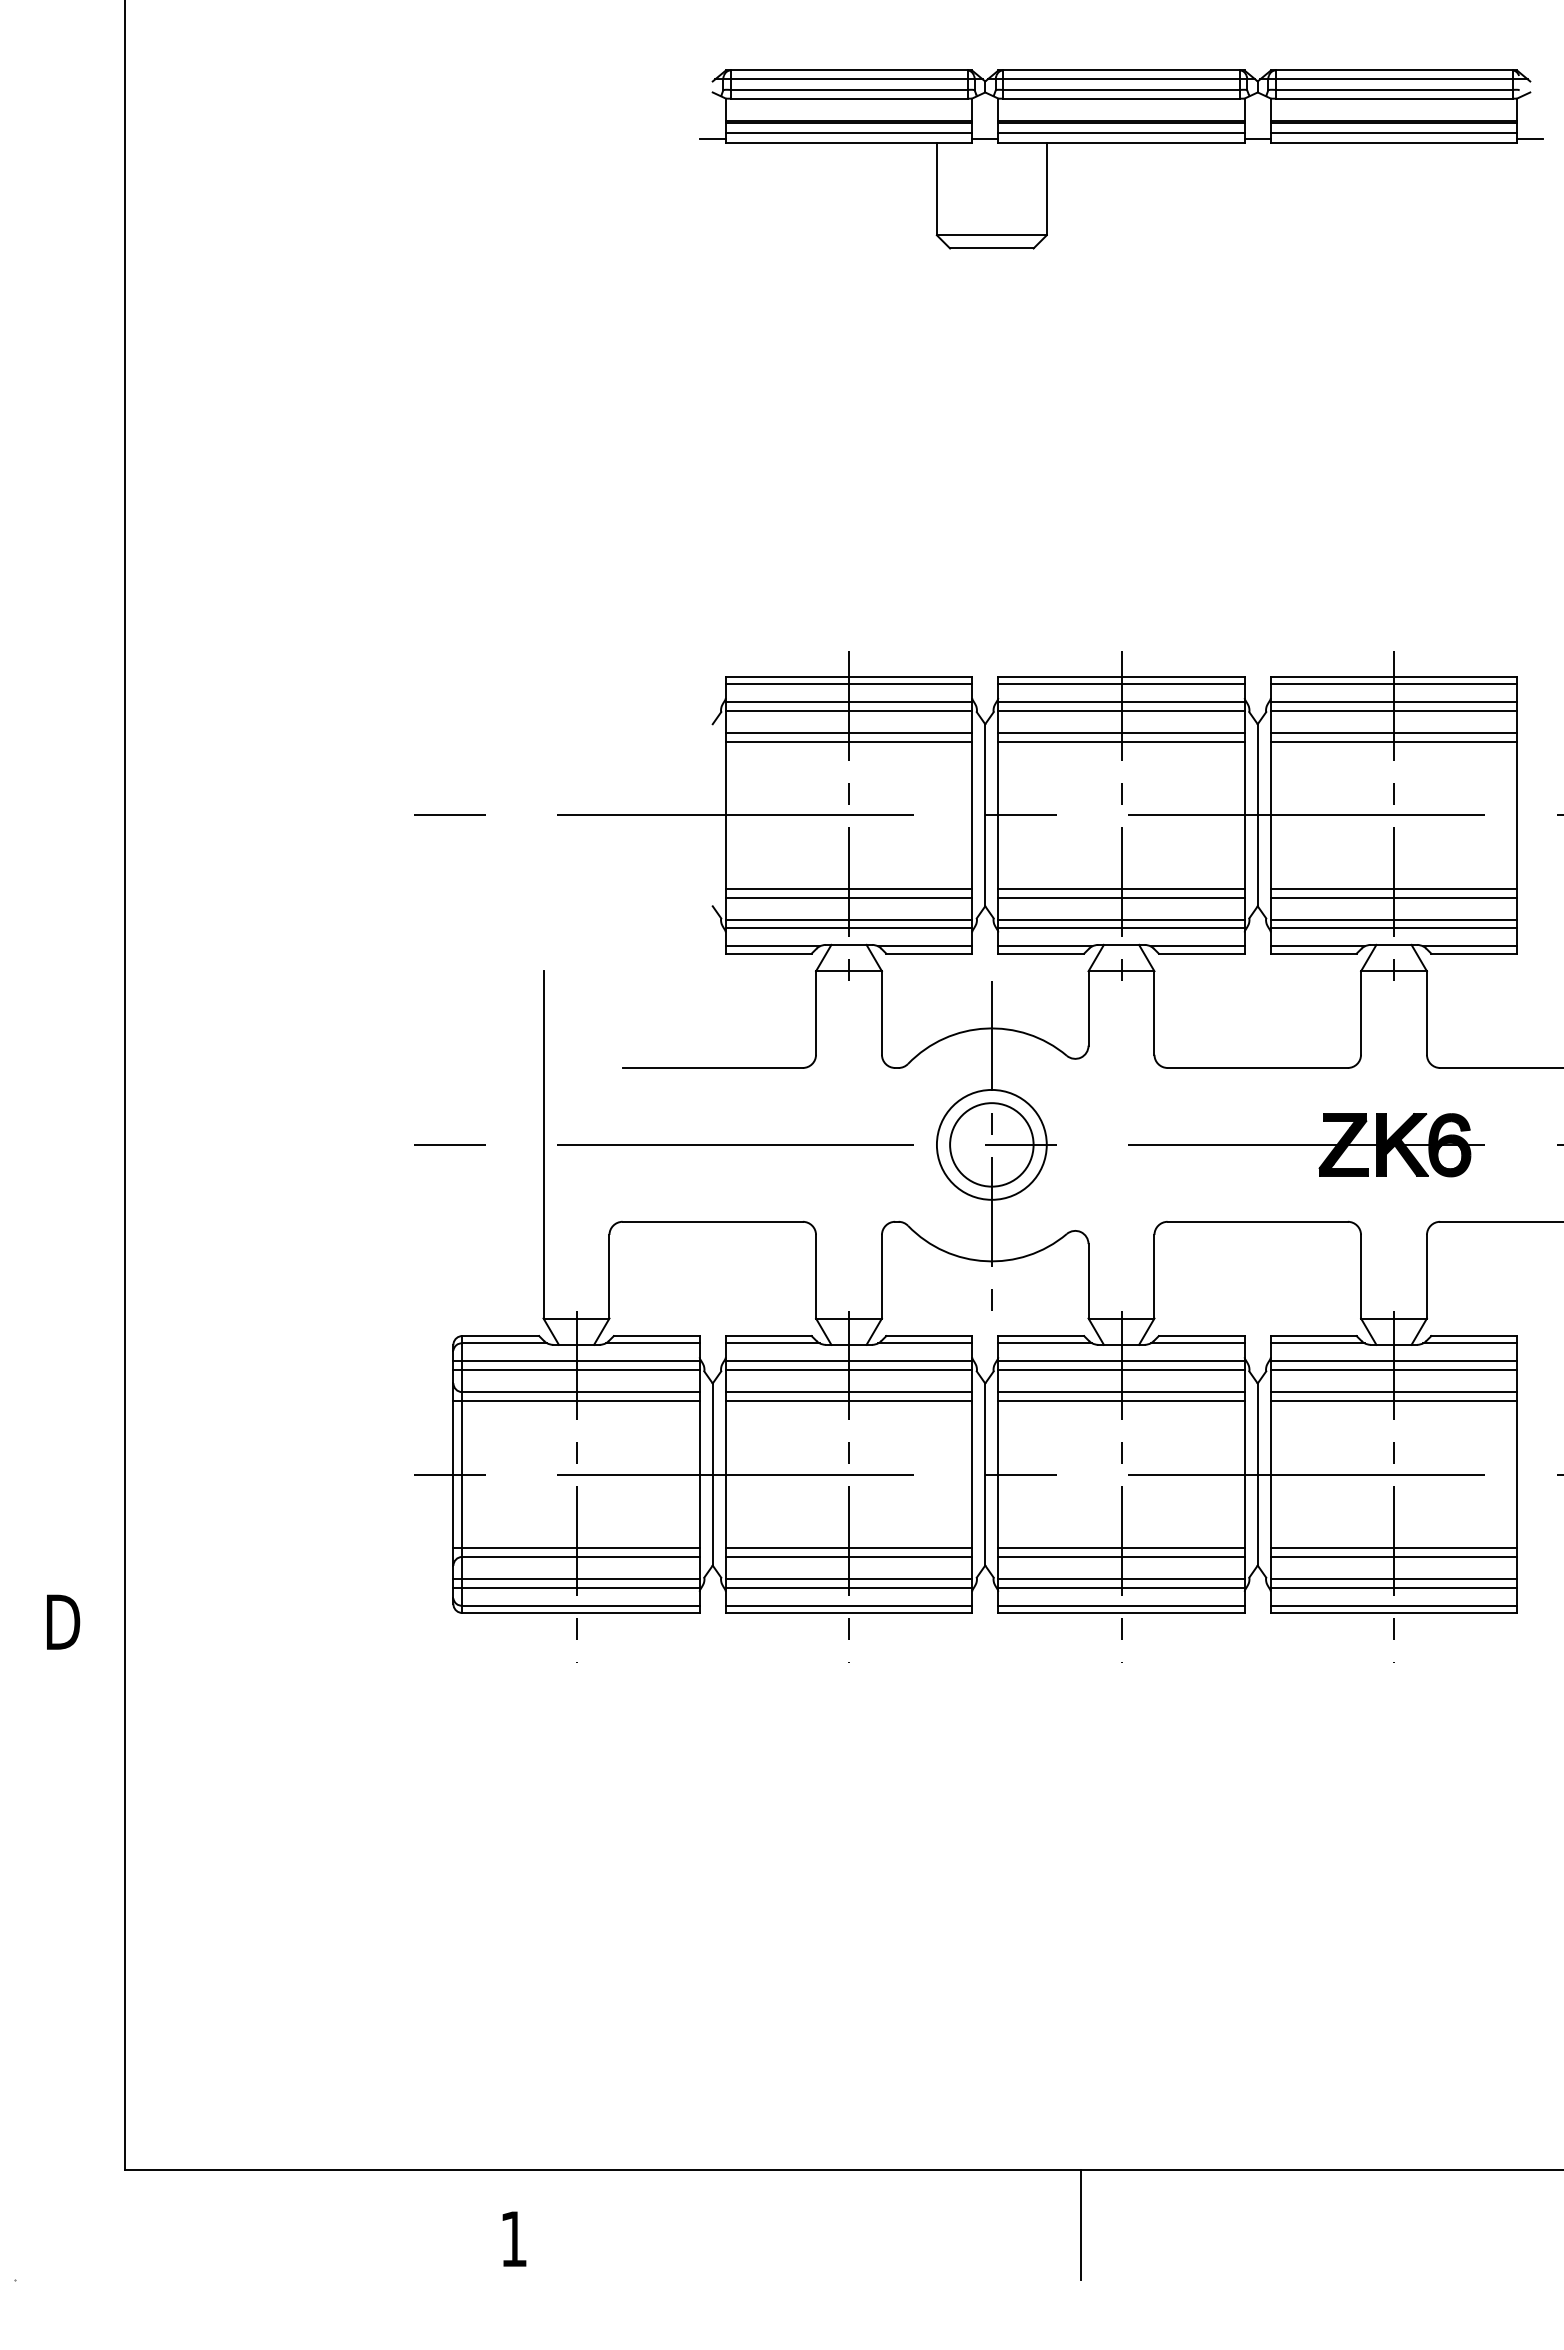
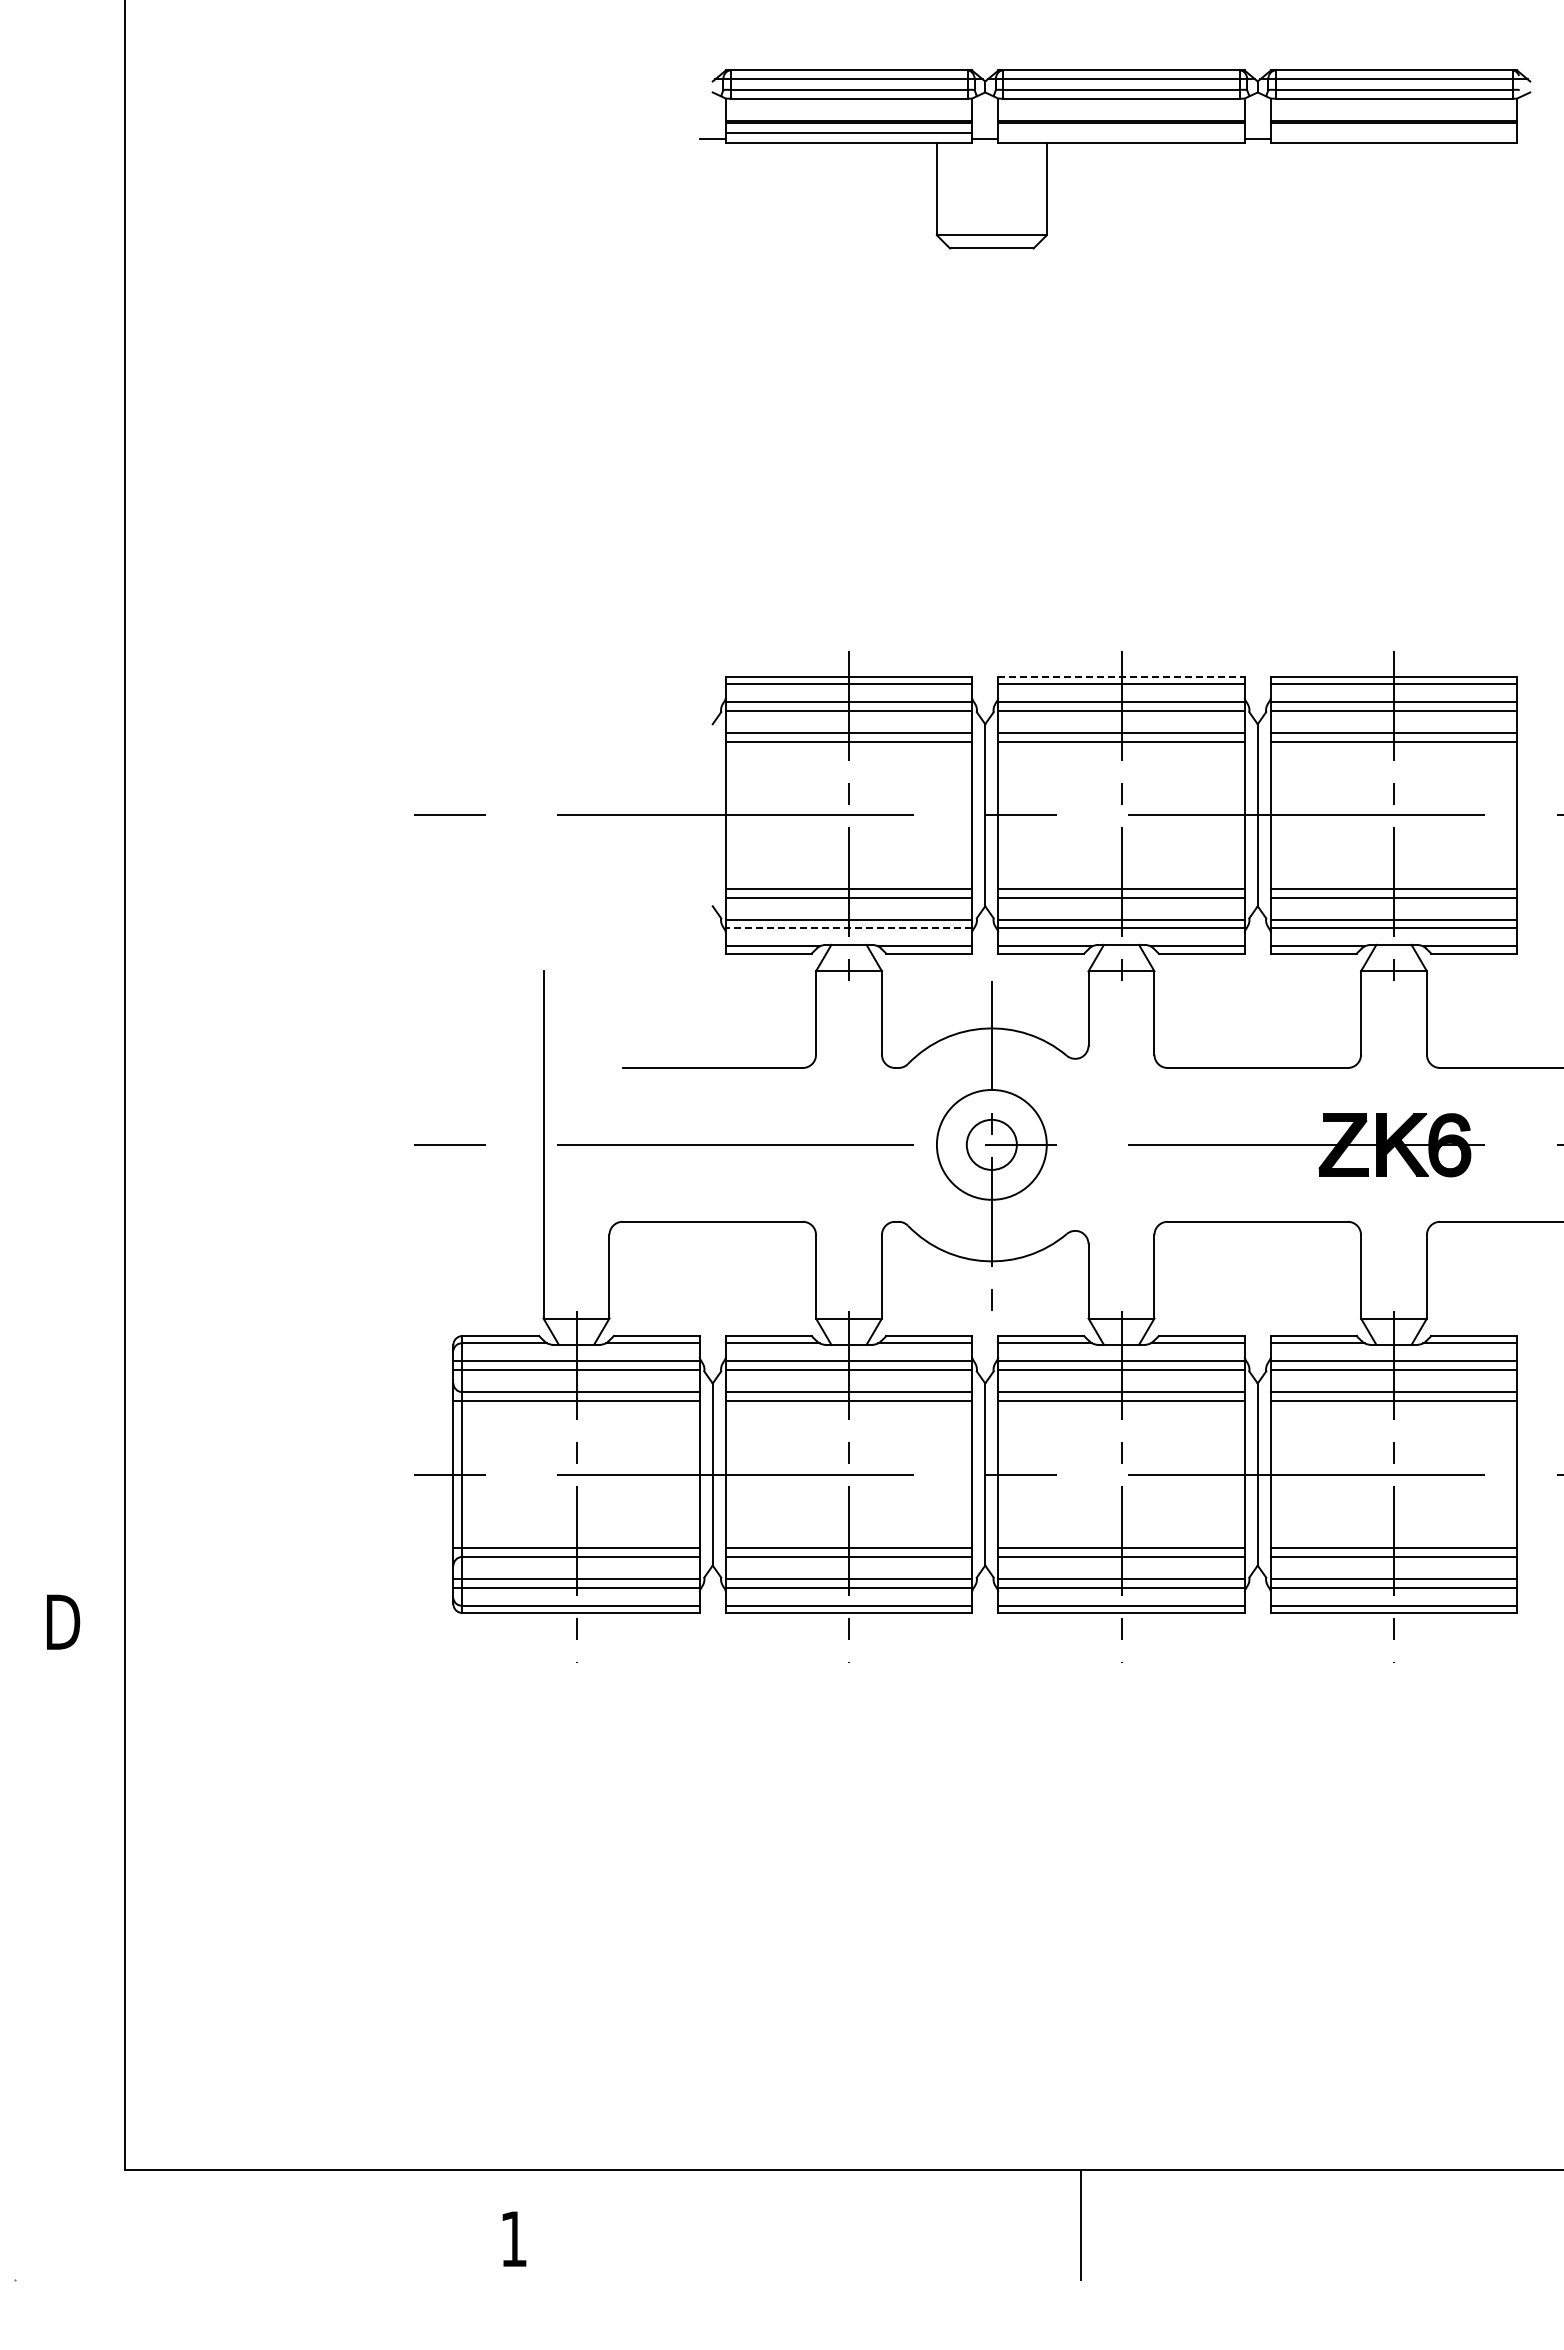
line at (1121, 133): present -> none
line at (1393, 133): present -> none
line at (1530, 138): present -> none
line at (1122, 676): solid -> dashed
line at (848, 928): solid -> dashed
circle at (991, 1144) diameter: 84 px -> 50 px
